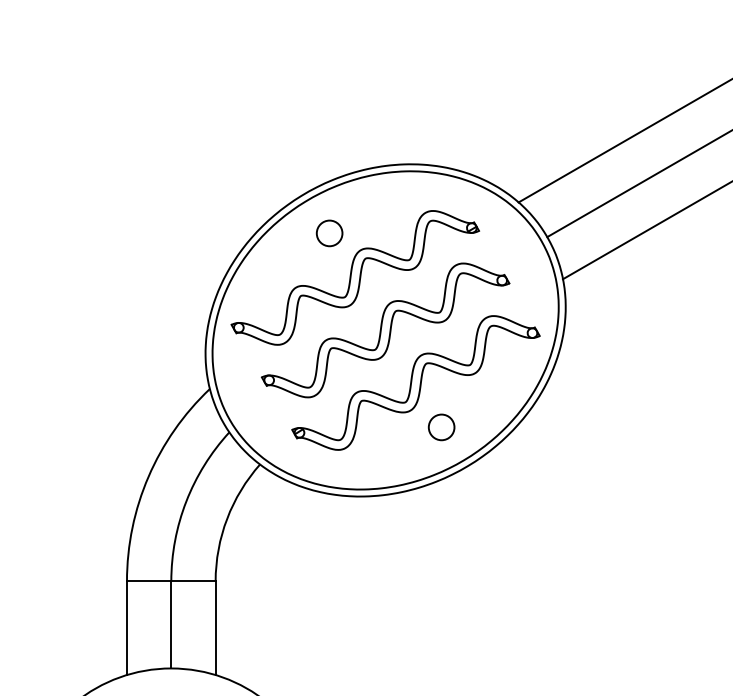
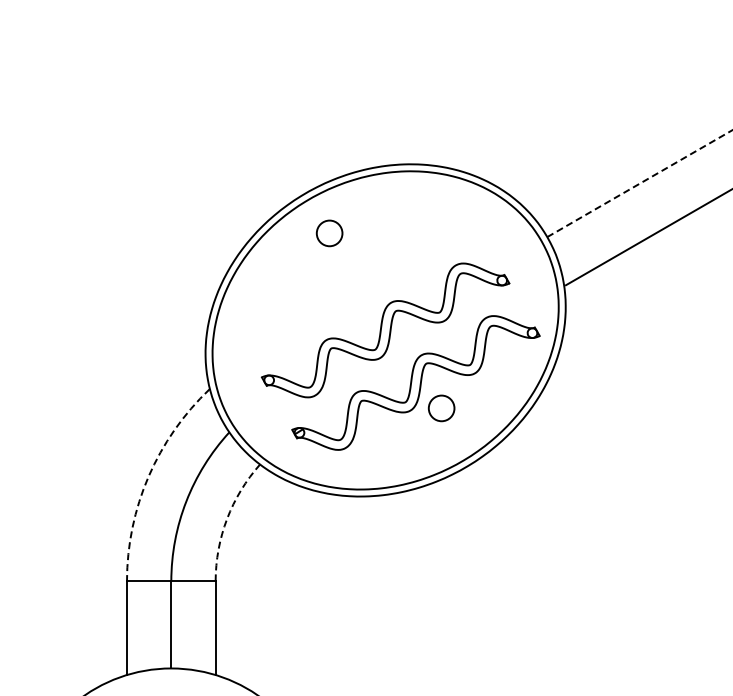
line at (623, 141): present -> none
line at (639, 183): solid -> dashed
line at (645, 231) position: (645, 231) -> (647, 237)
part at (355, 277): present -> none
circle at (441, 427) position: (441, 427) -> (441, 408)
arc at (148, 476): solid -> dashed
arc at (227, 518): solid -> dashed
